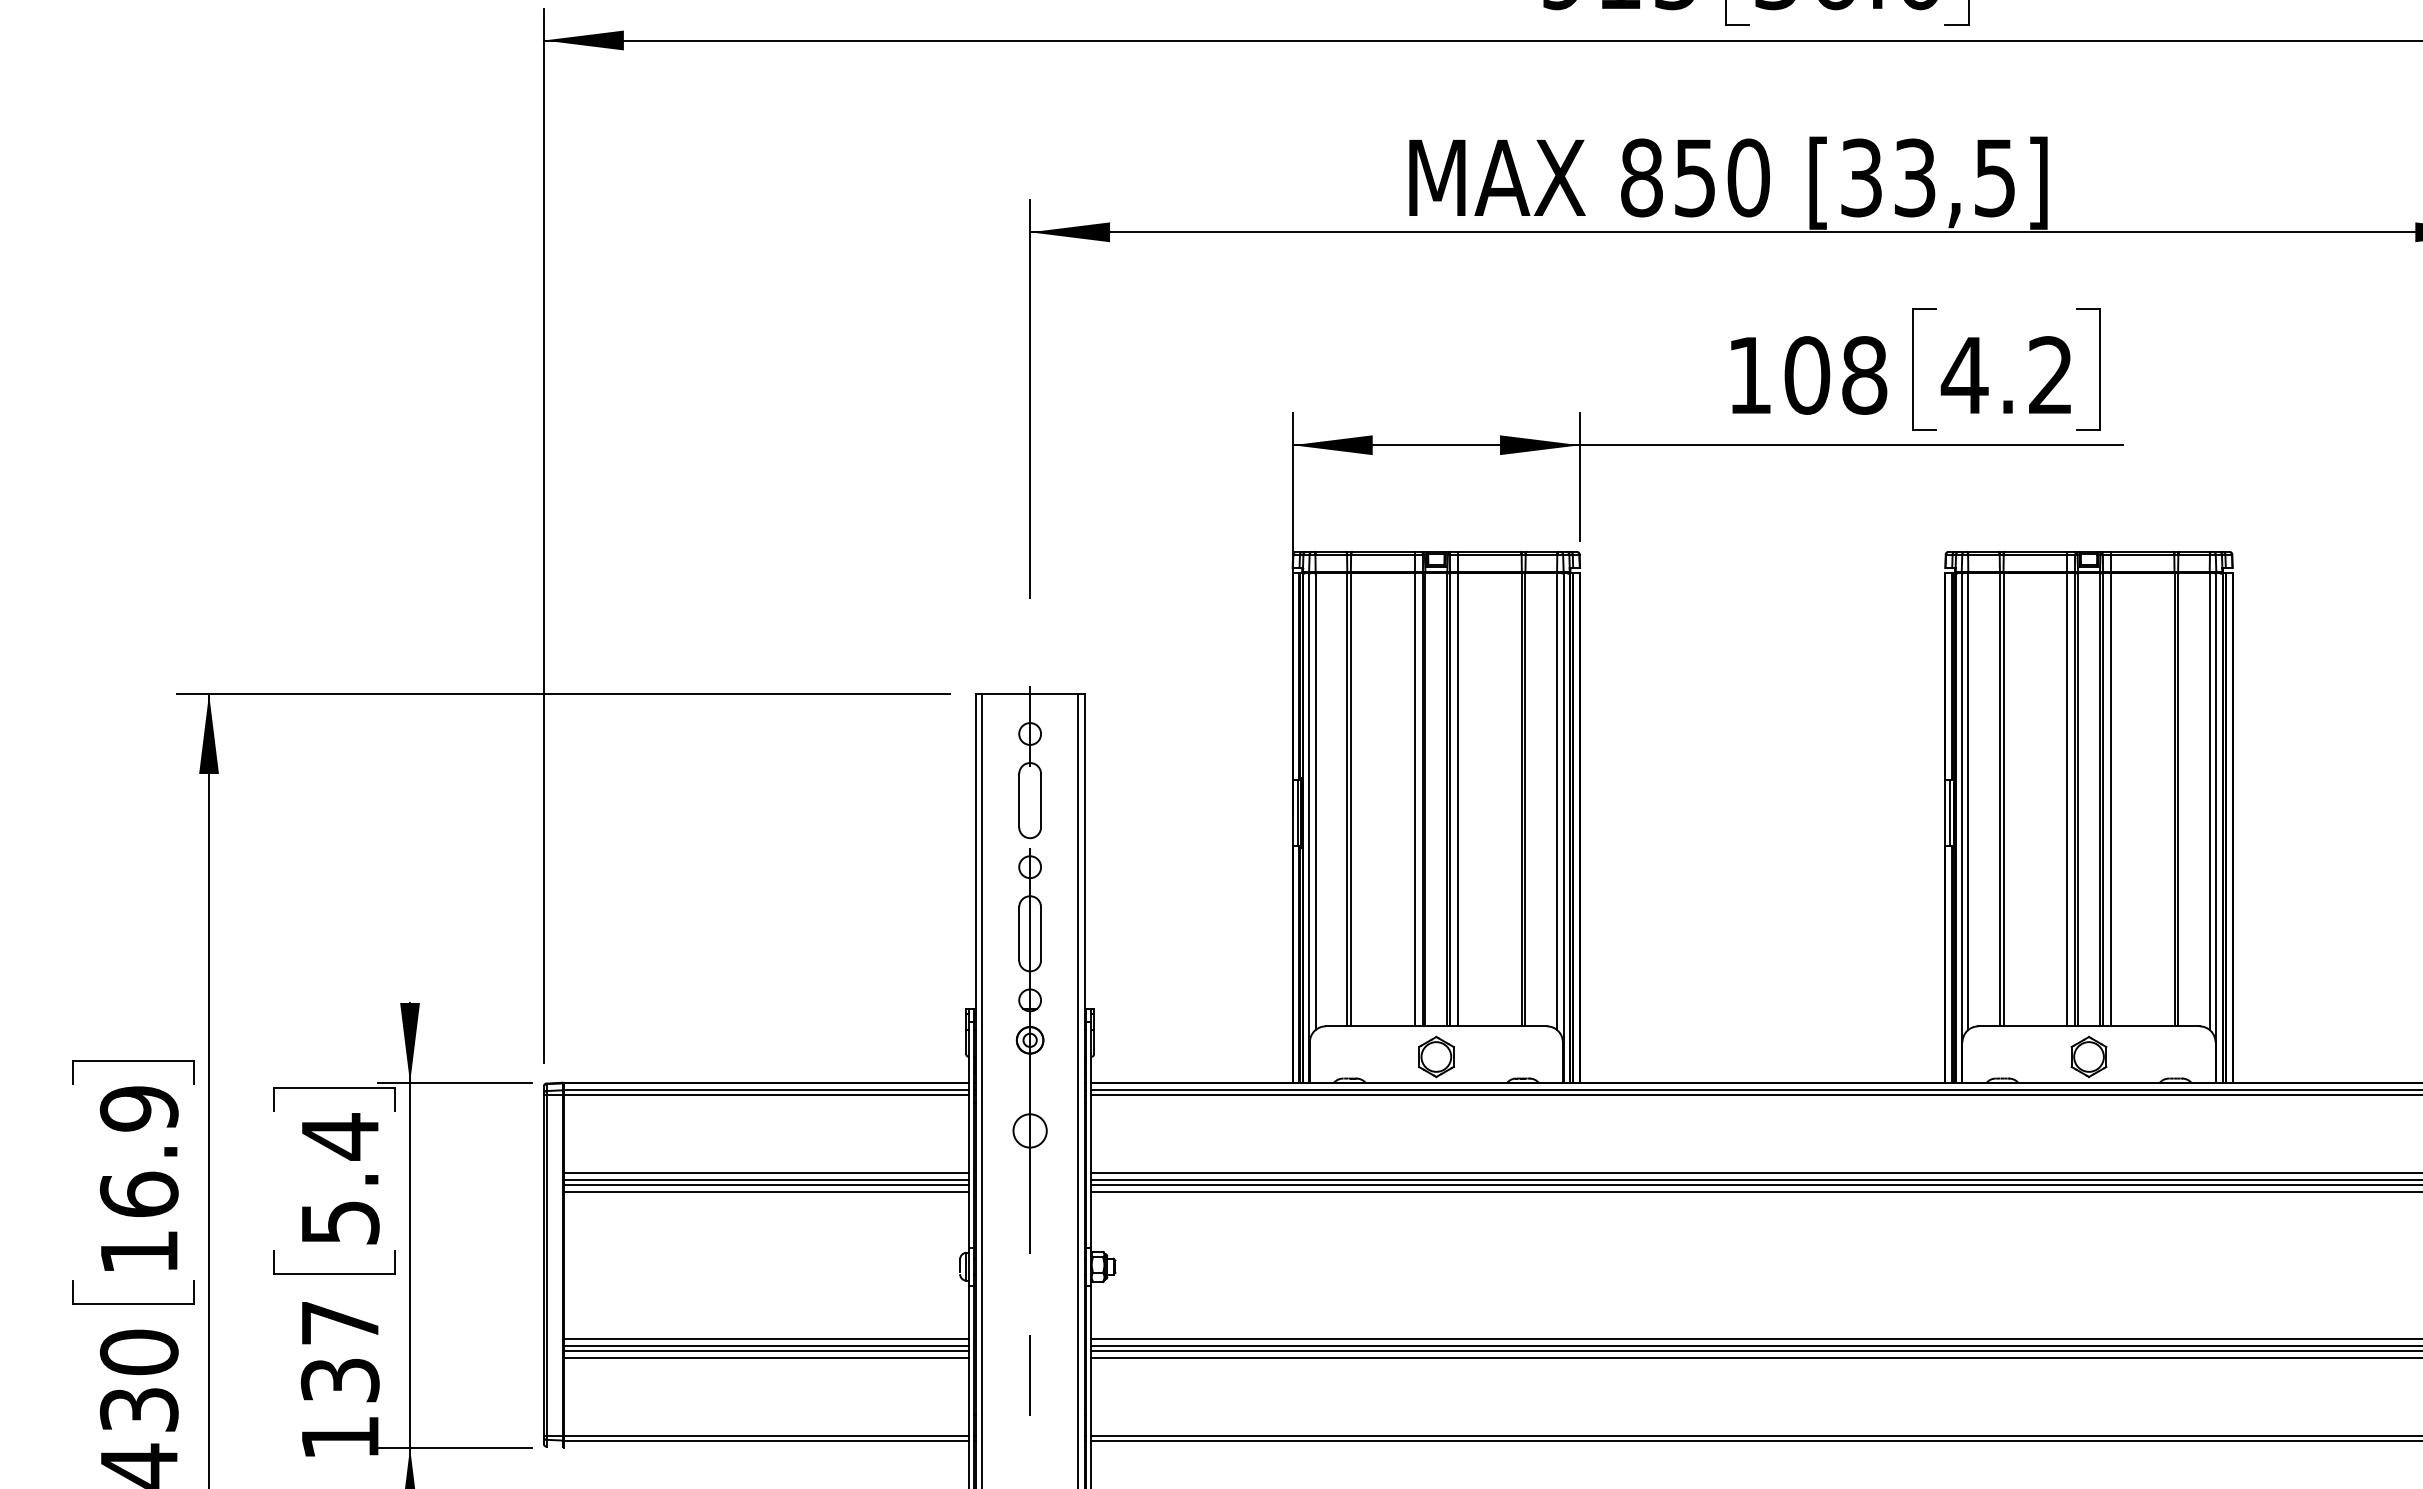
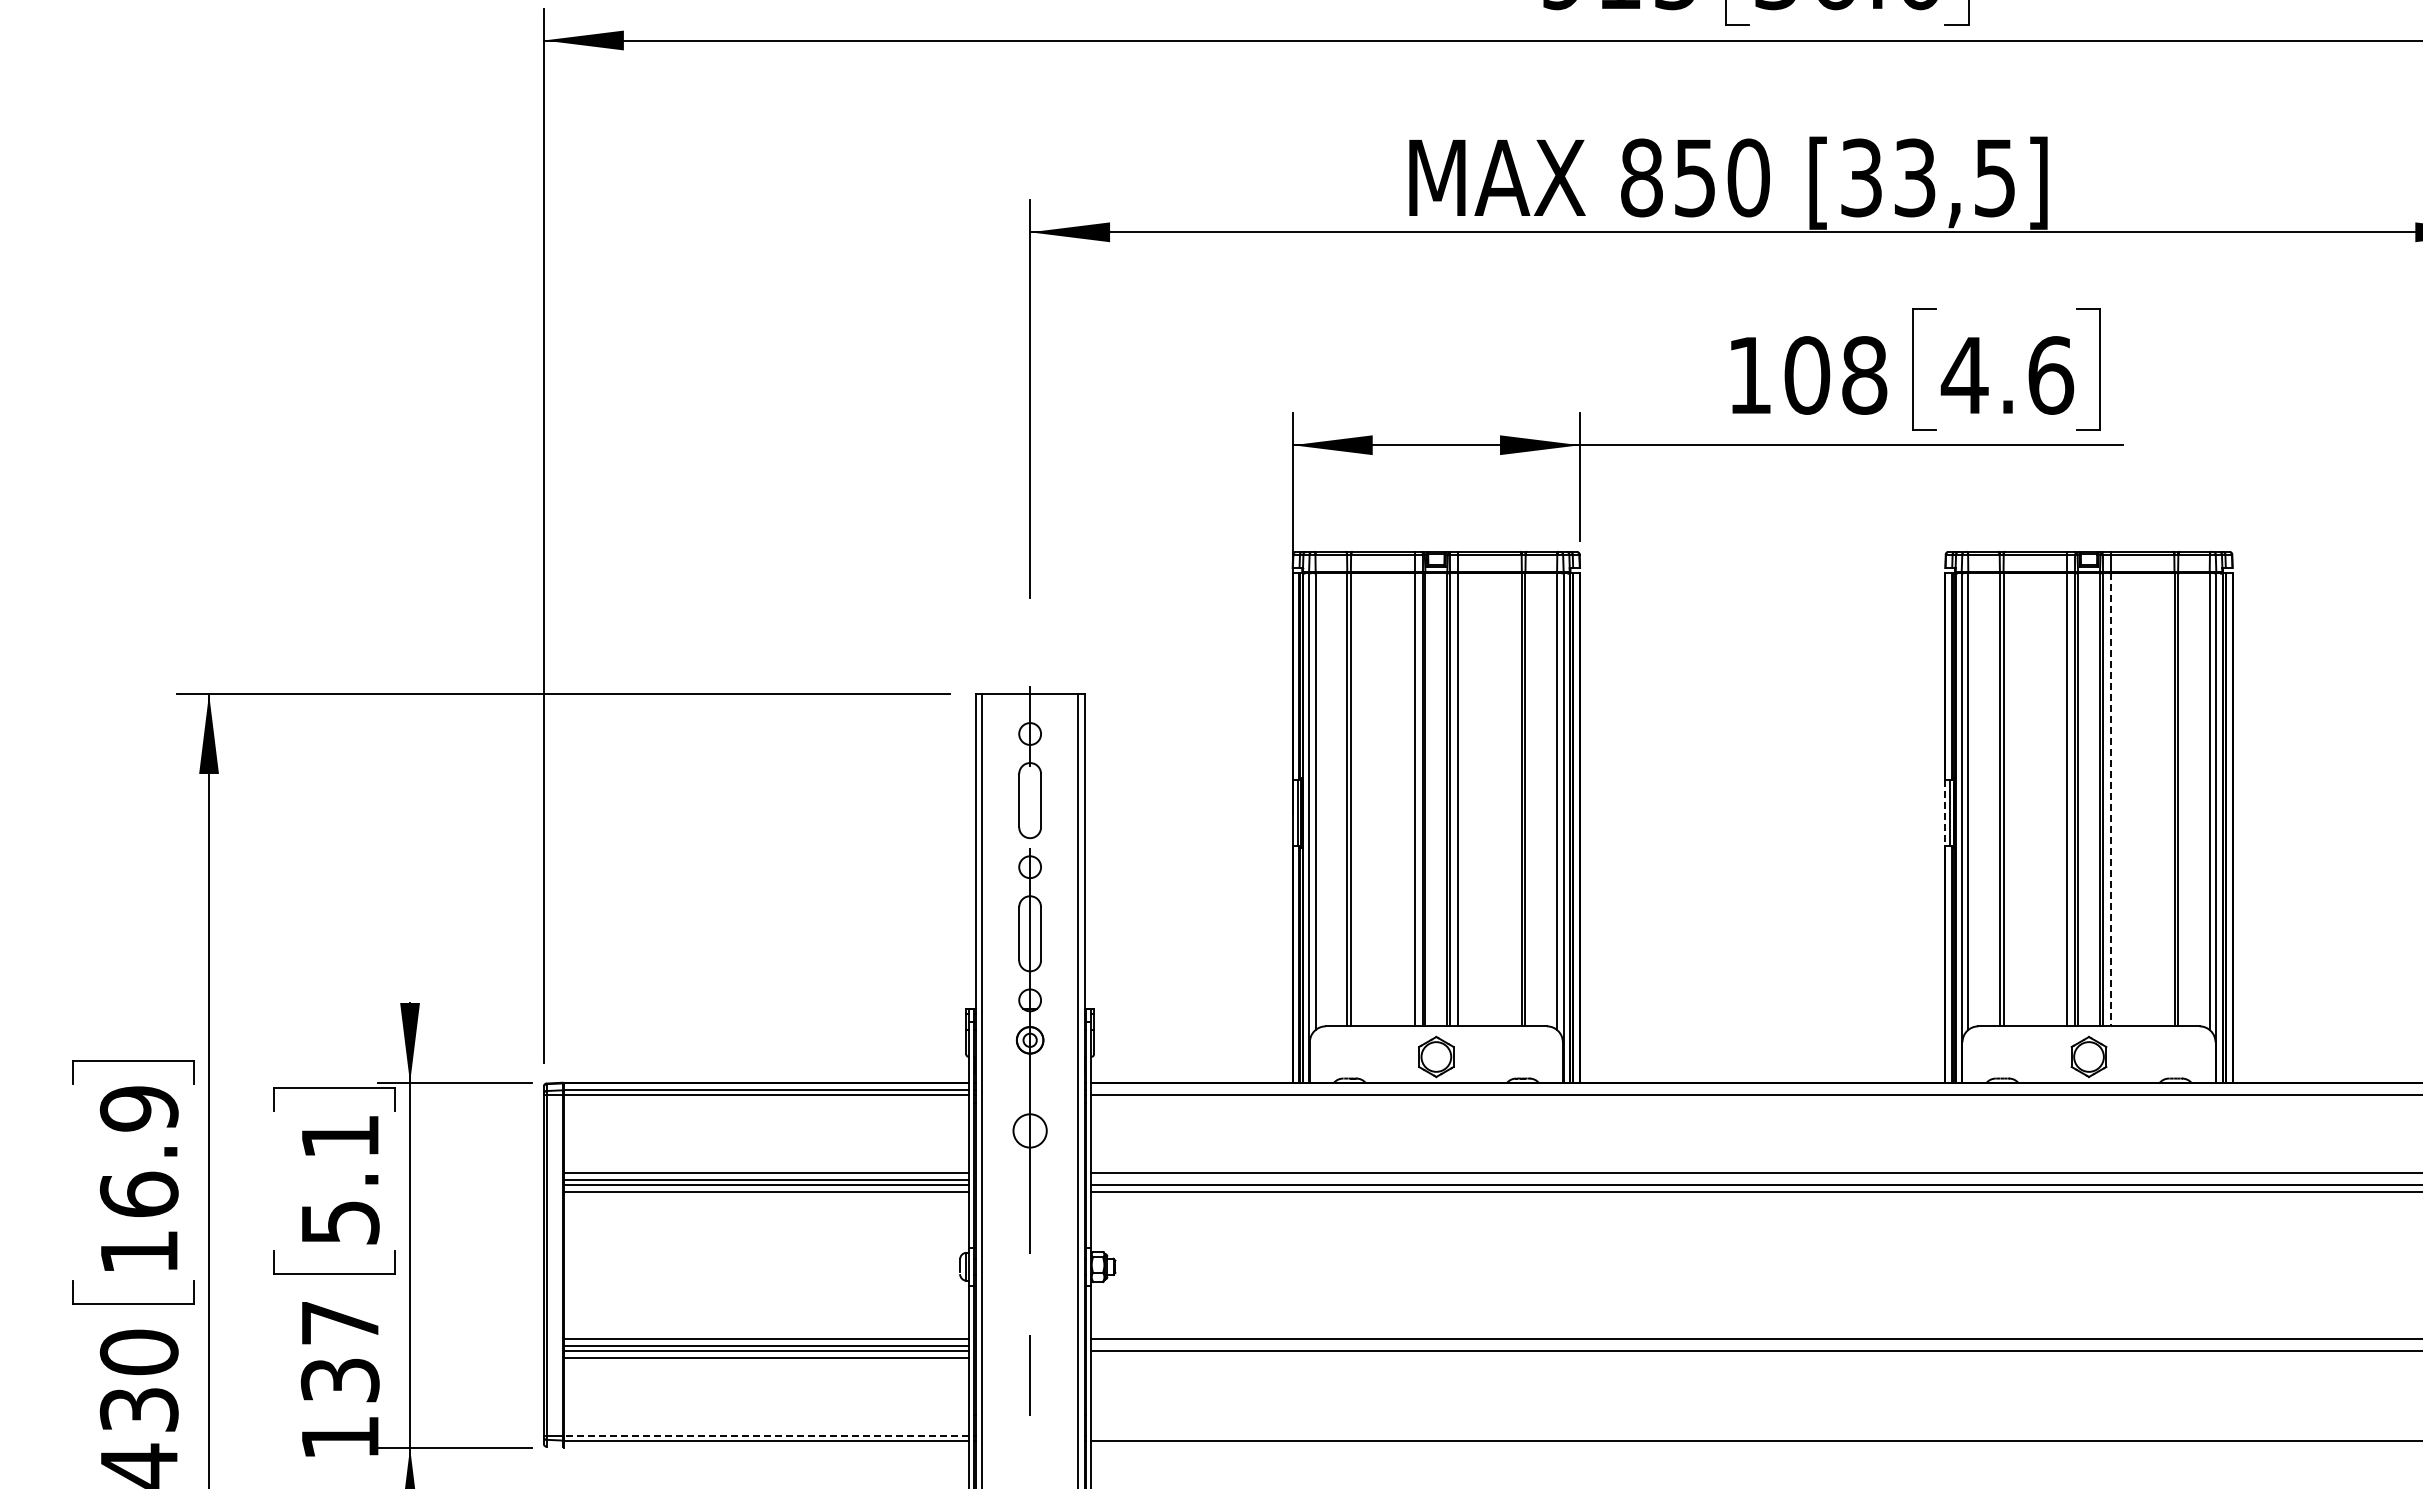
text at (2051, 375): 4.2 -> 4.6
line at (2110, 800): solid -> dashed
line at (1945, 813): solid -> dashed
line at (1755, 1090): present -> none
text at (340, 1136): 5.4 -> 5.1
line at (1755, 1180): present -> none
line at (1755, 1346): present -> none
line at (1755, 1358): present -> none
line at (765, 1436): solid -> dashed
line at (1755, 1436): present -> none
